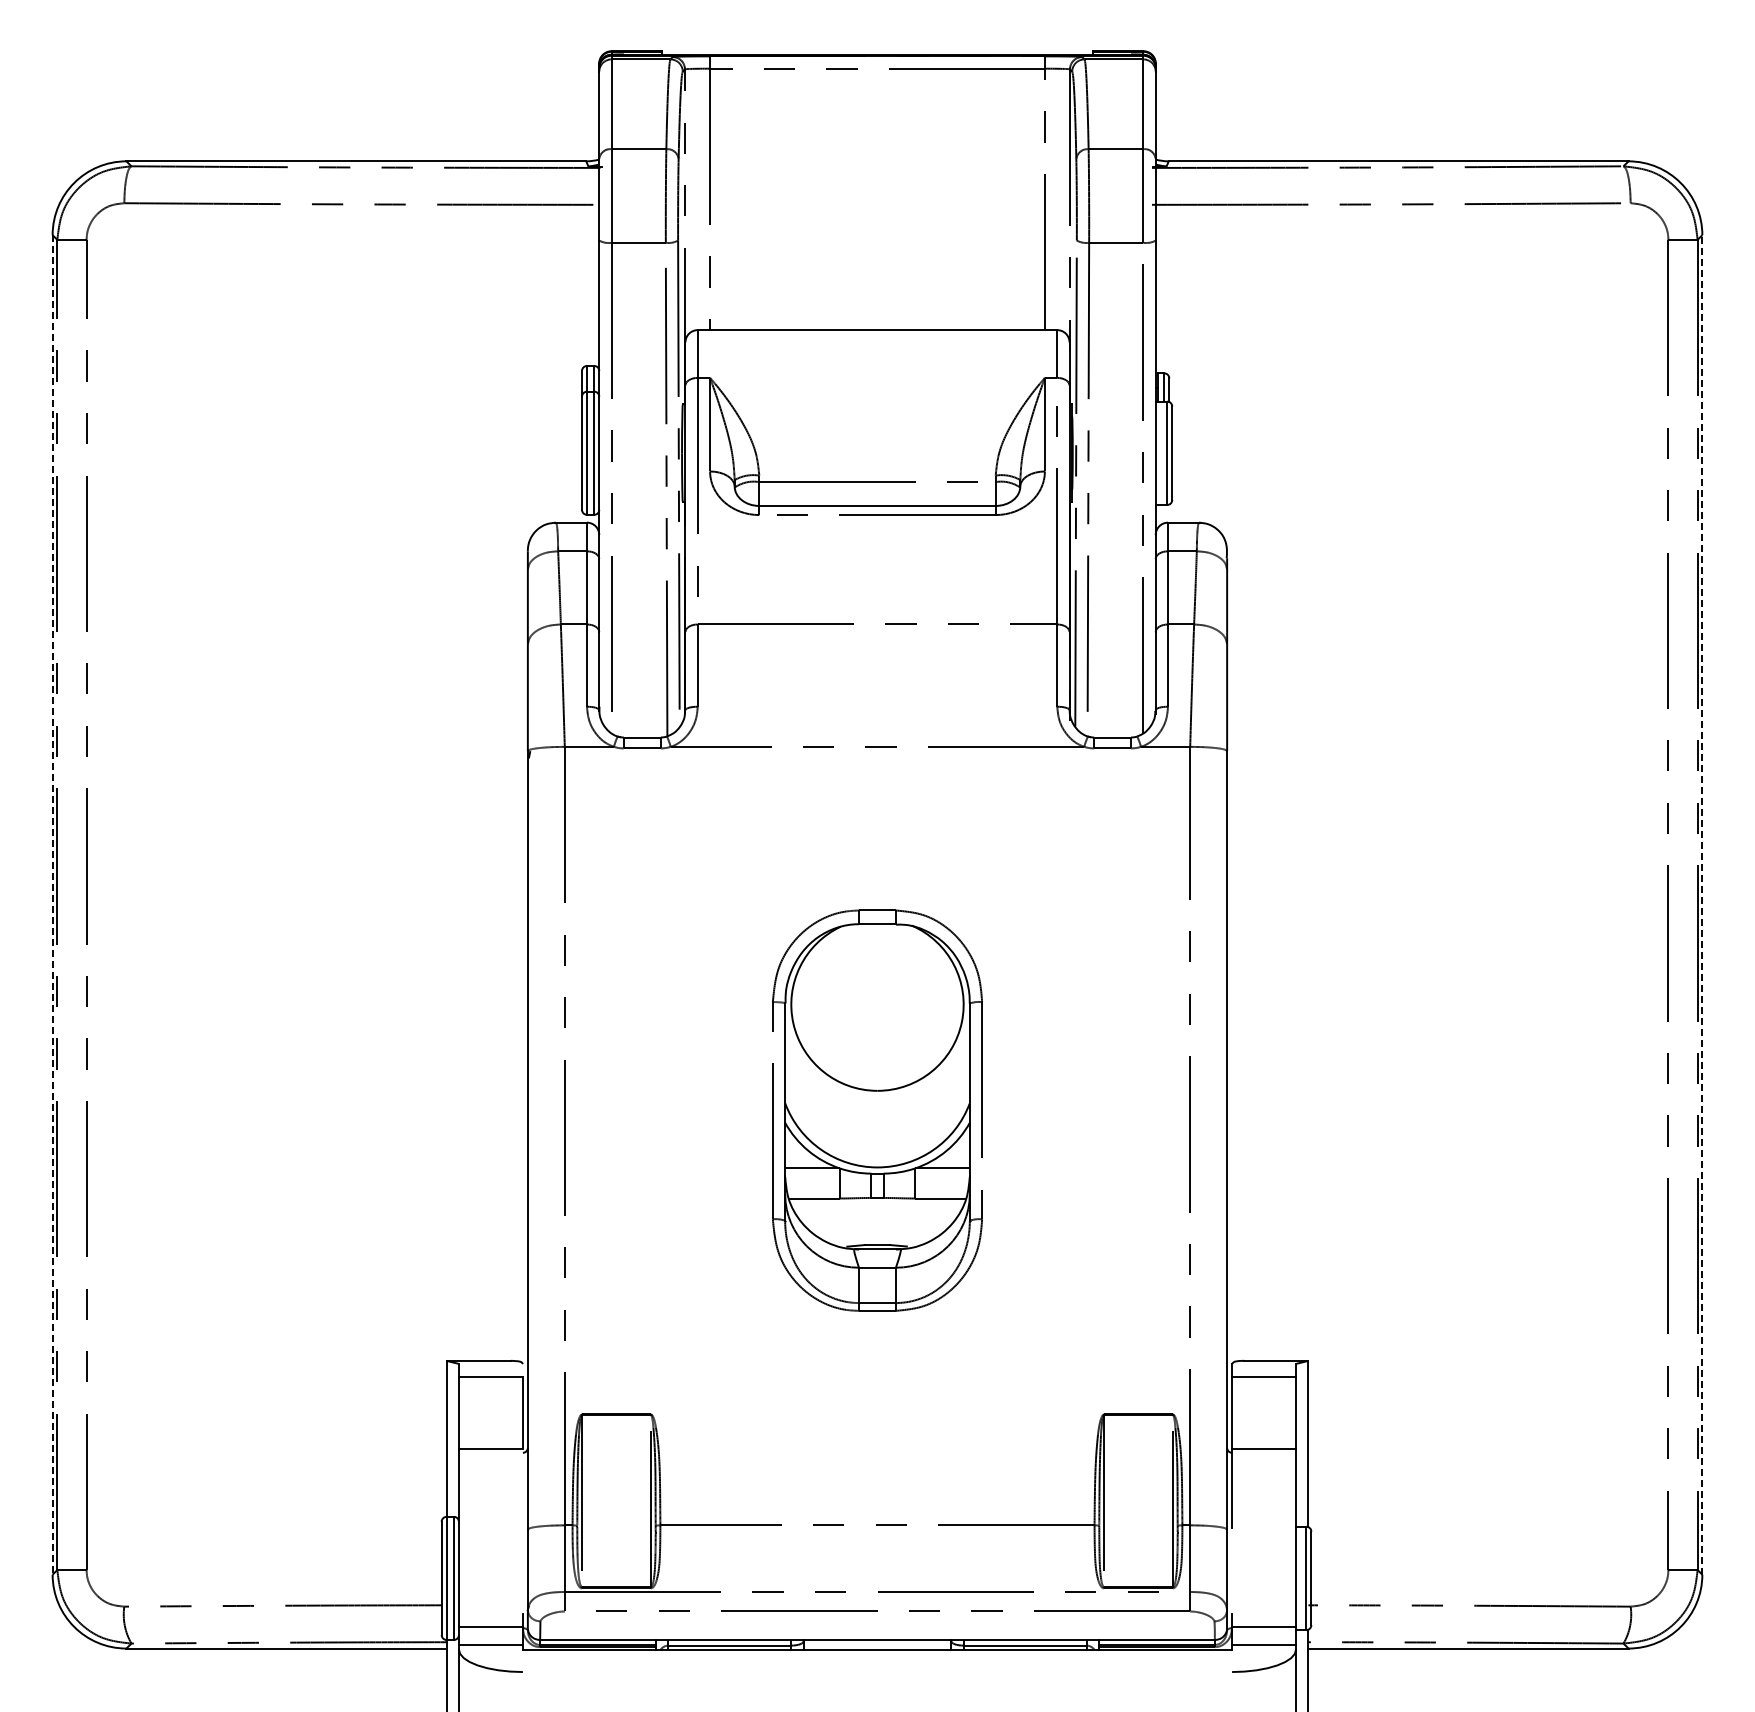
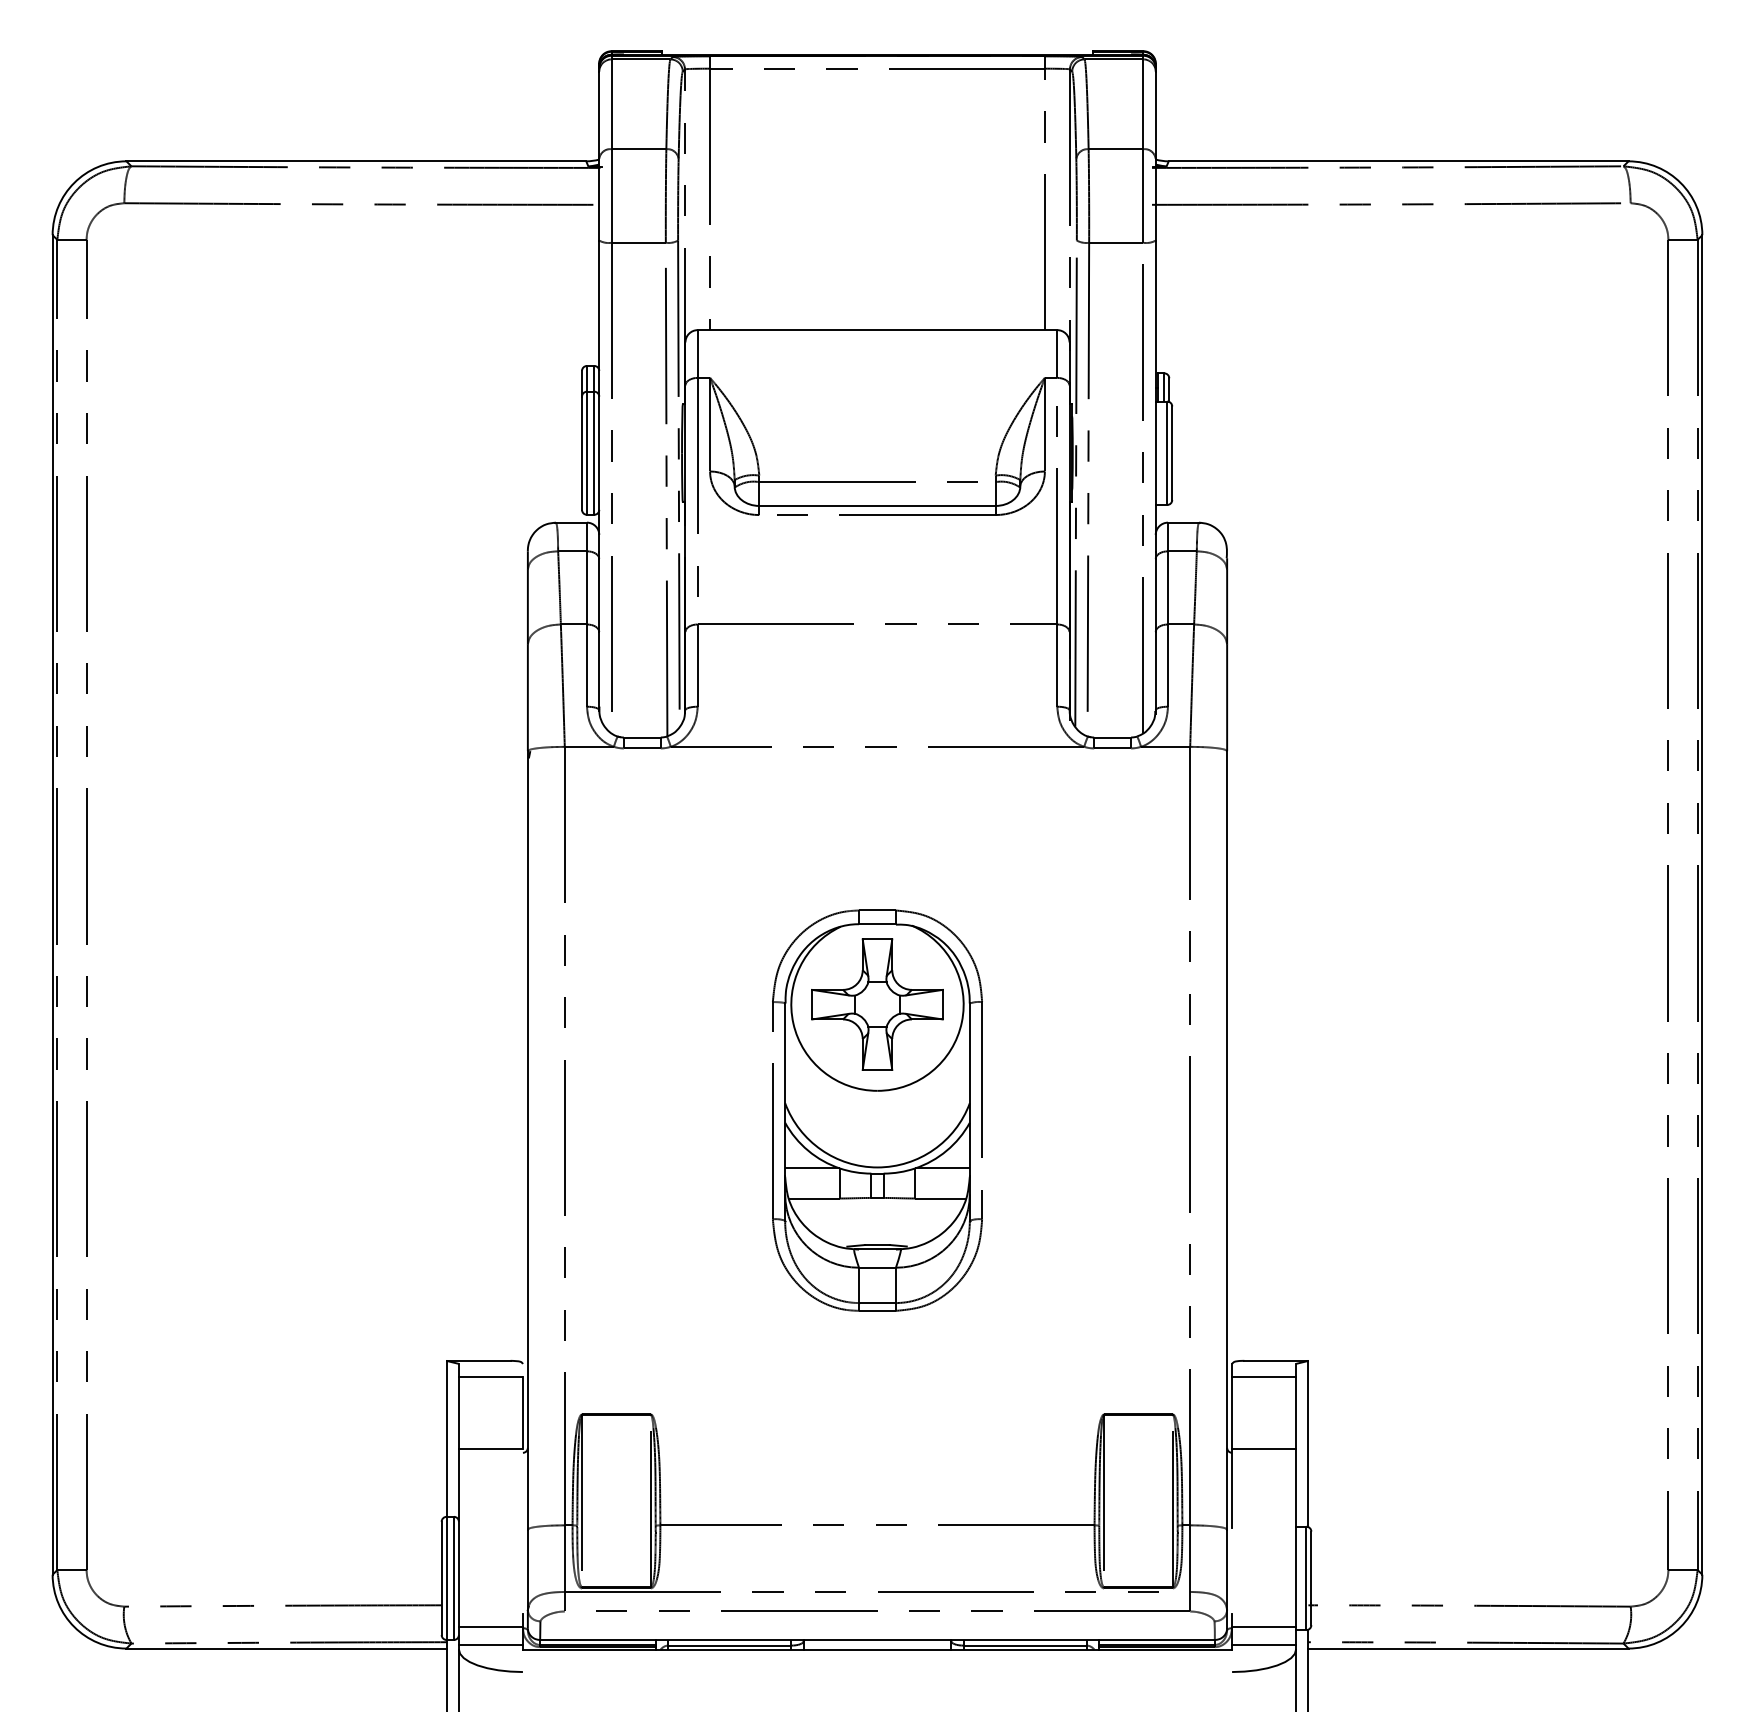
line at (52, 904): dashed -> solid
line at (1702, 904): dashed -> solid
part at (877, 1004): none -> present
